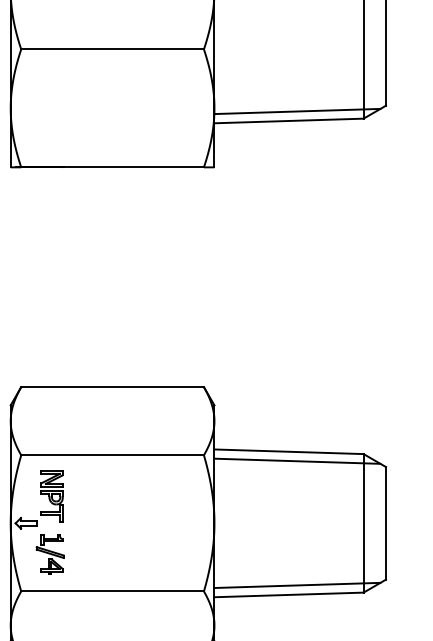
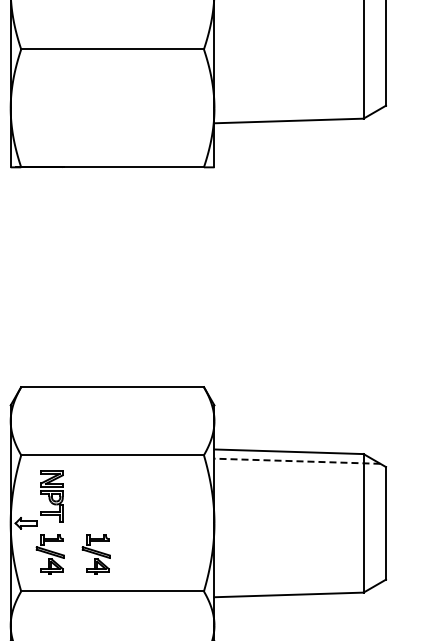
line at (297, 111): present -> none
line at (296, 461): solid -> dashed
part at (95, 554): none -> present
line at (297, 585): present -> none
